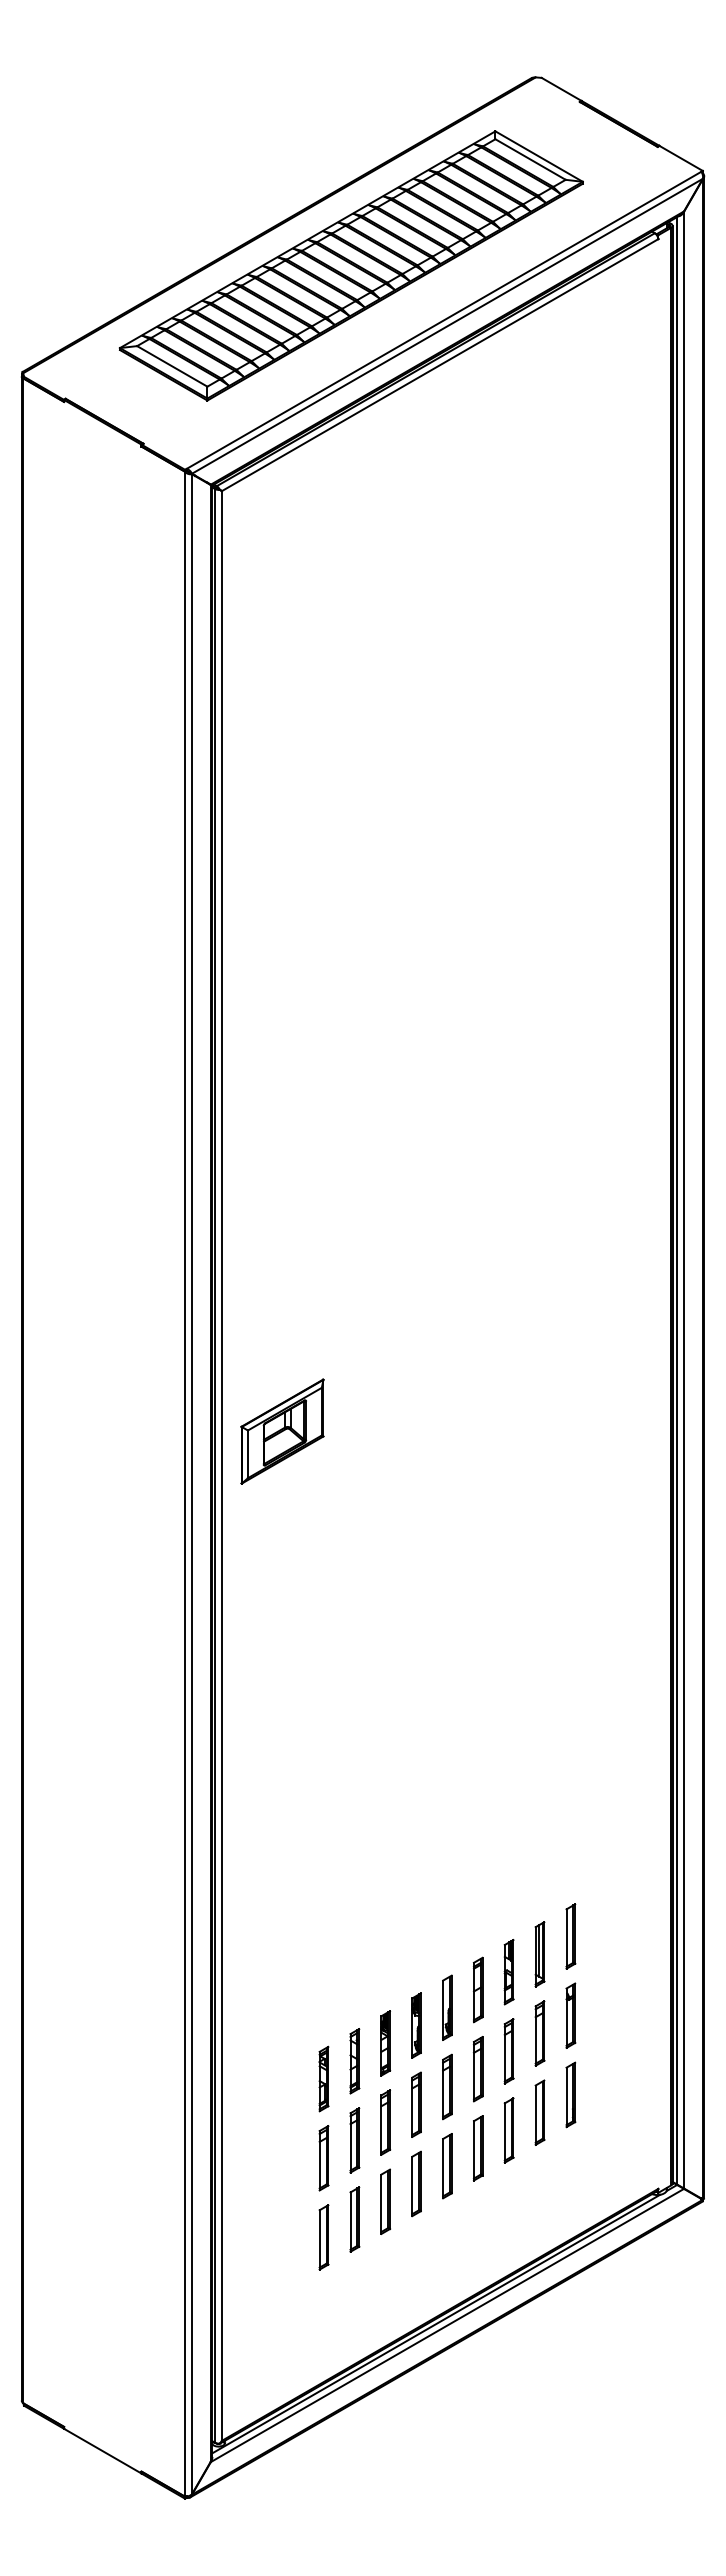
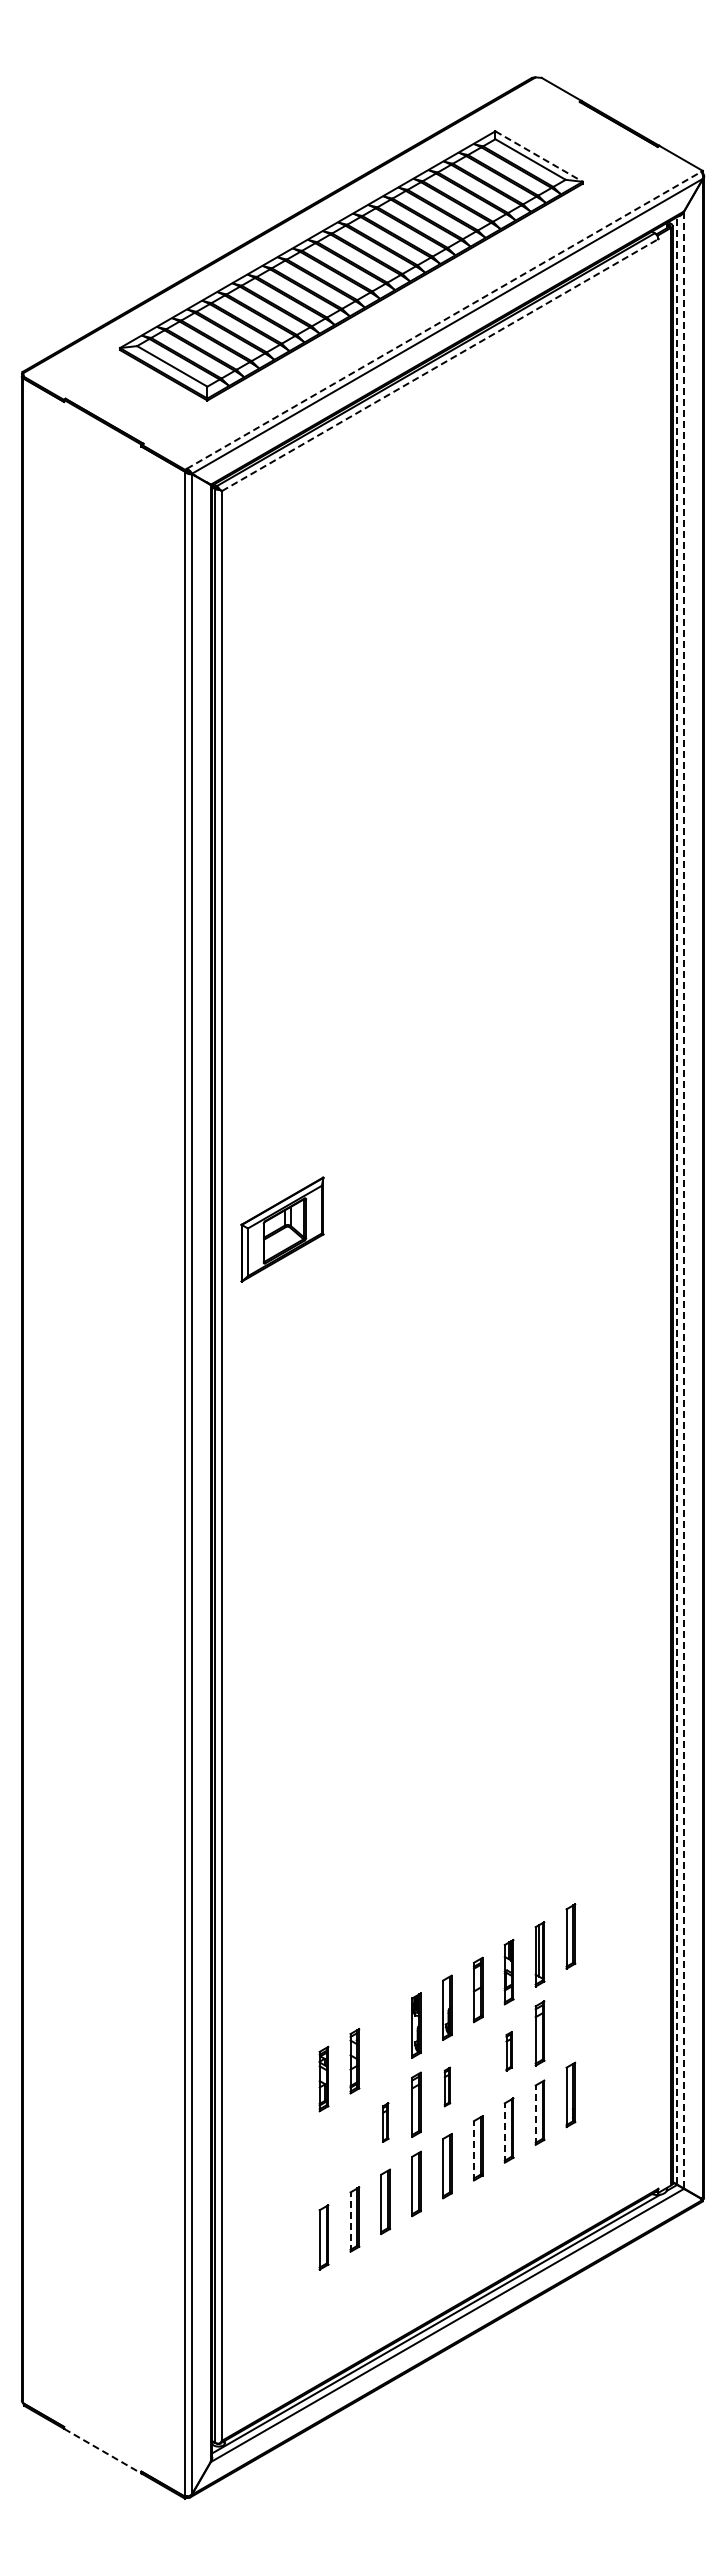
line at (539, 156): solid -> dashed
line at (444, 320): solid -> dashed
line at (440, 365): solid -> dashed
line at (677, 1200): solid -> dashed
line at (683, 1200): solid -> dashed
part at (282, 1431) position: (282, 1431) -> (282, 1229)
part at (570, 2015): present -> none
part at (385, 2043): present -> none
part at (508, 2051) size: 12x67 px -> 8x41 px
part at (478, 2069): present -> none
part at (447, 2086) size: 11x68 px -> 9x42 px
line at (535, 2115): solid -> dashed
part at (385, 2122) size: 12x67 px -> 8x41 px
line at (504, 2133): solid -> dashed
part at (354, 2140): present -> none
line at (473, 2150): solid -> dashed
part at (323, 2158): present -> none
line at (350, 2222): solid -> dashed
line at (102, 2451): solid -> dashed
